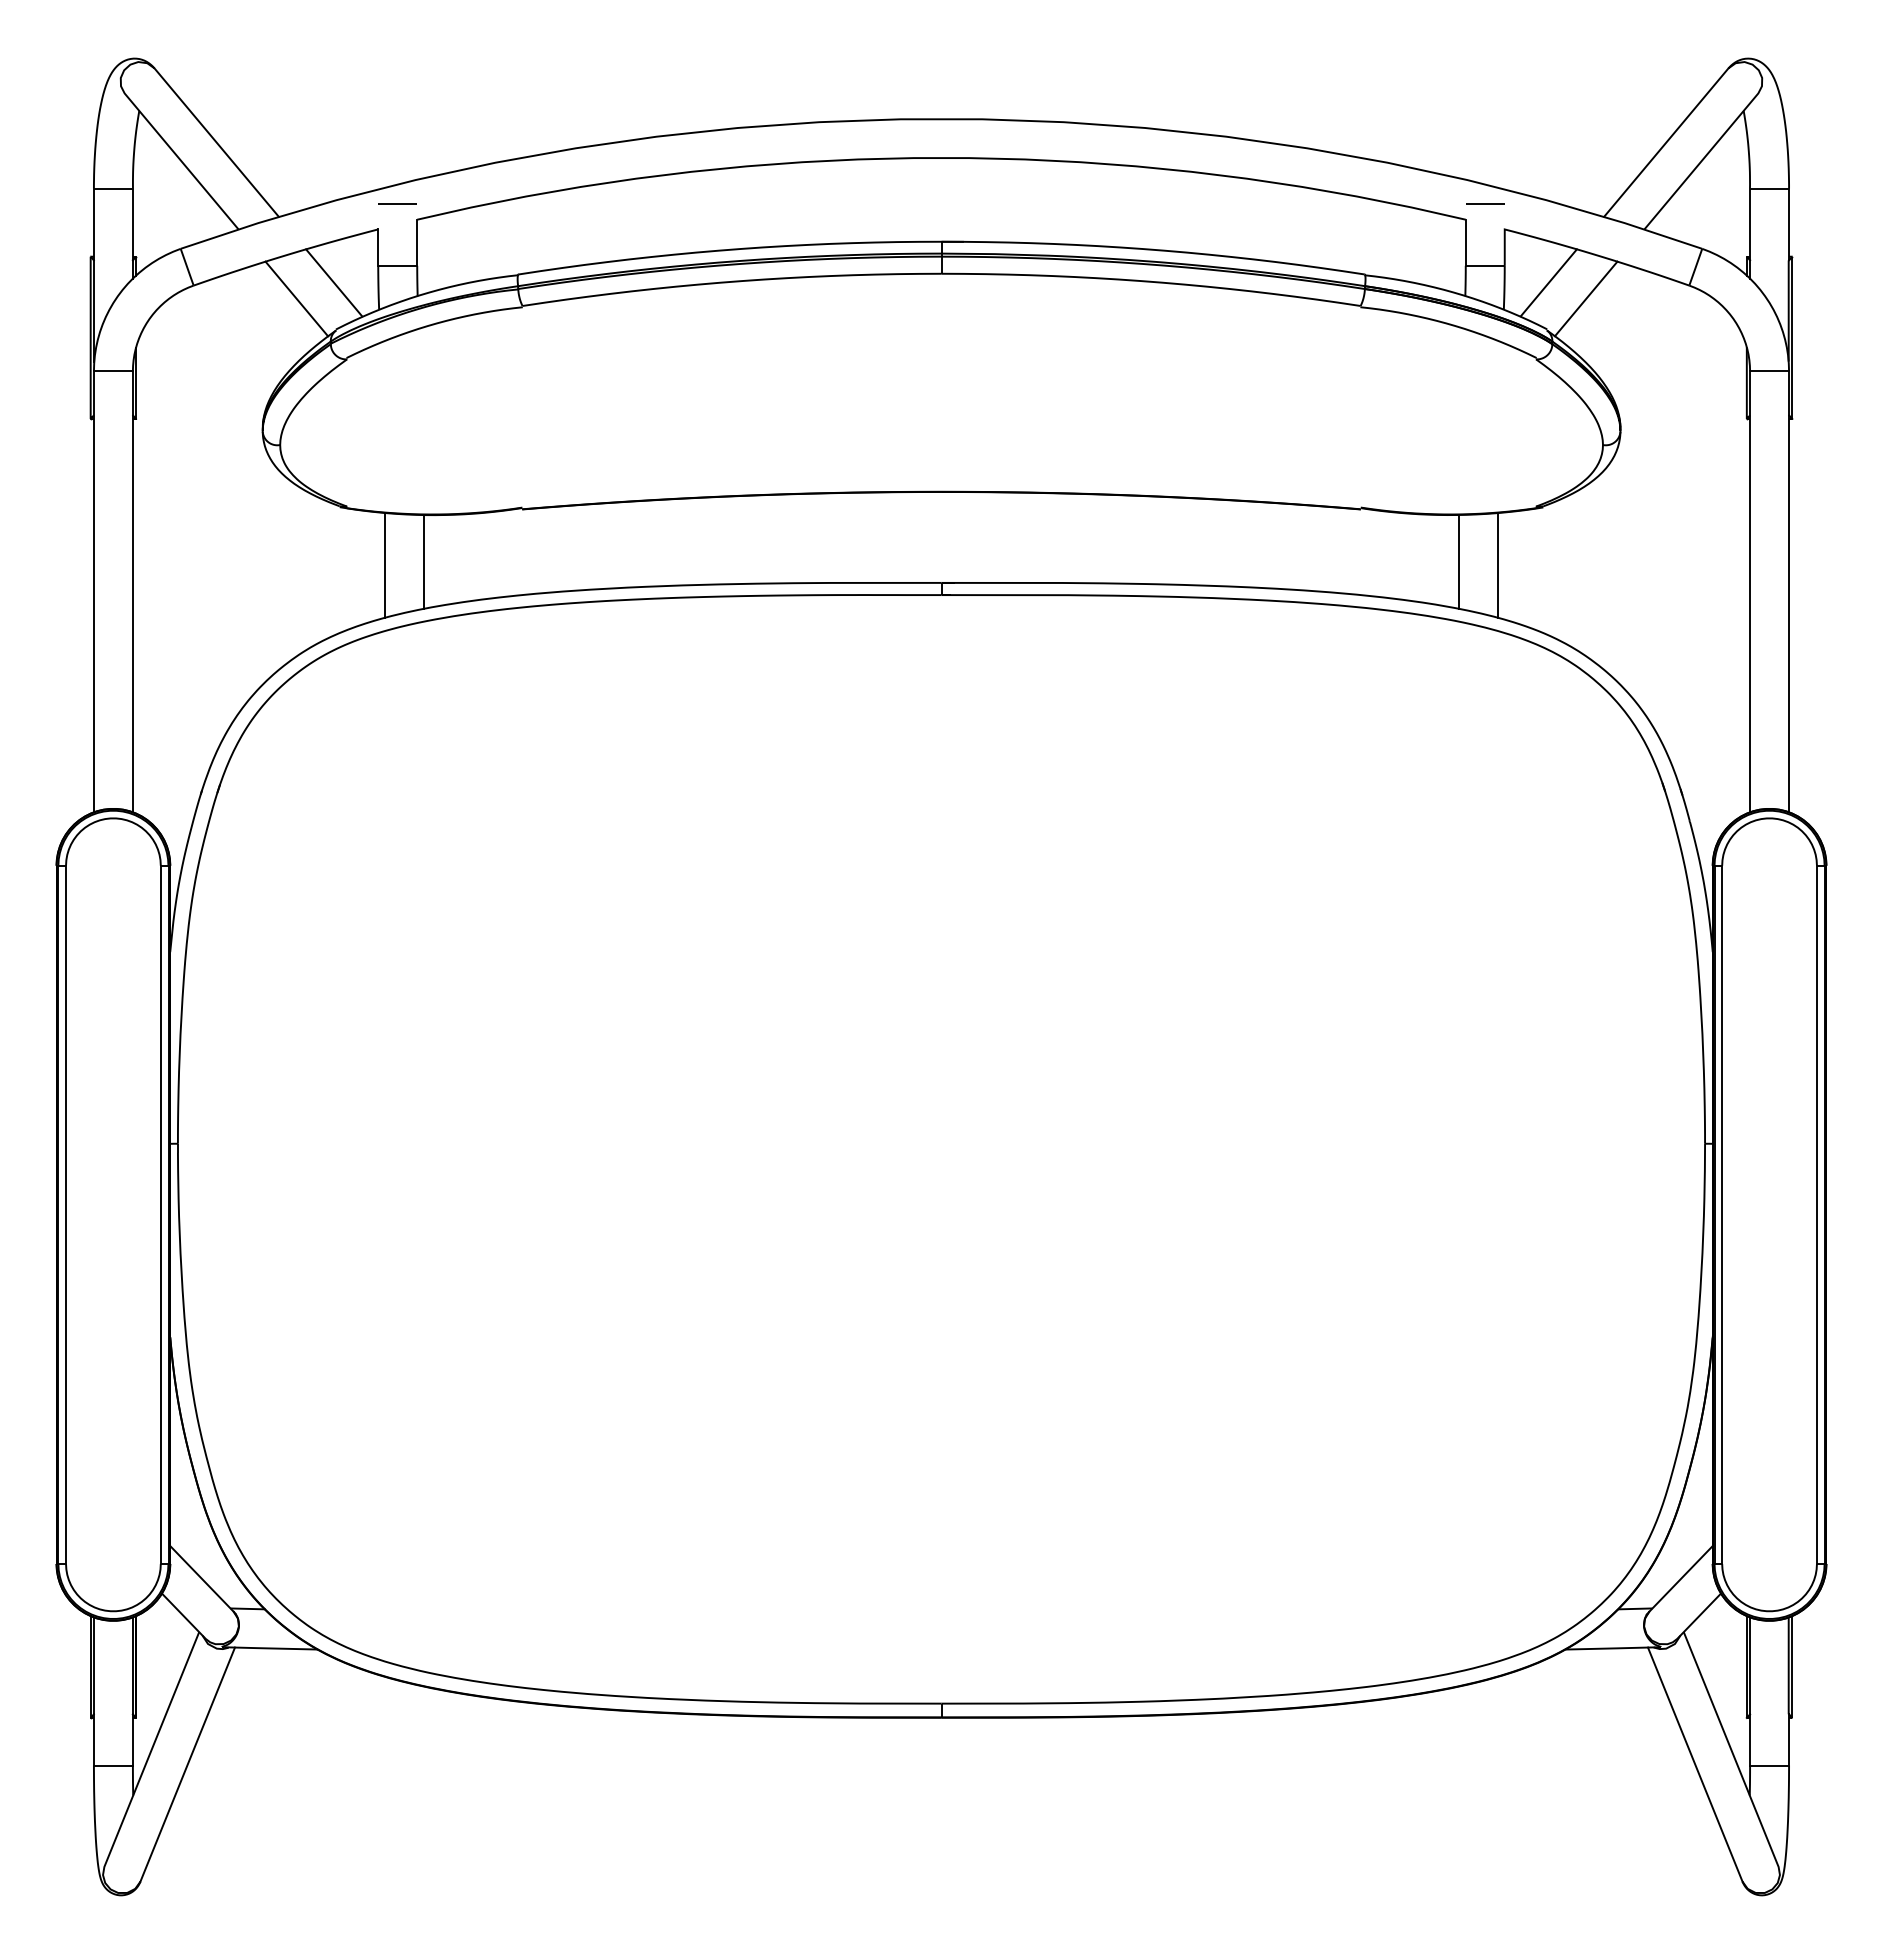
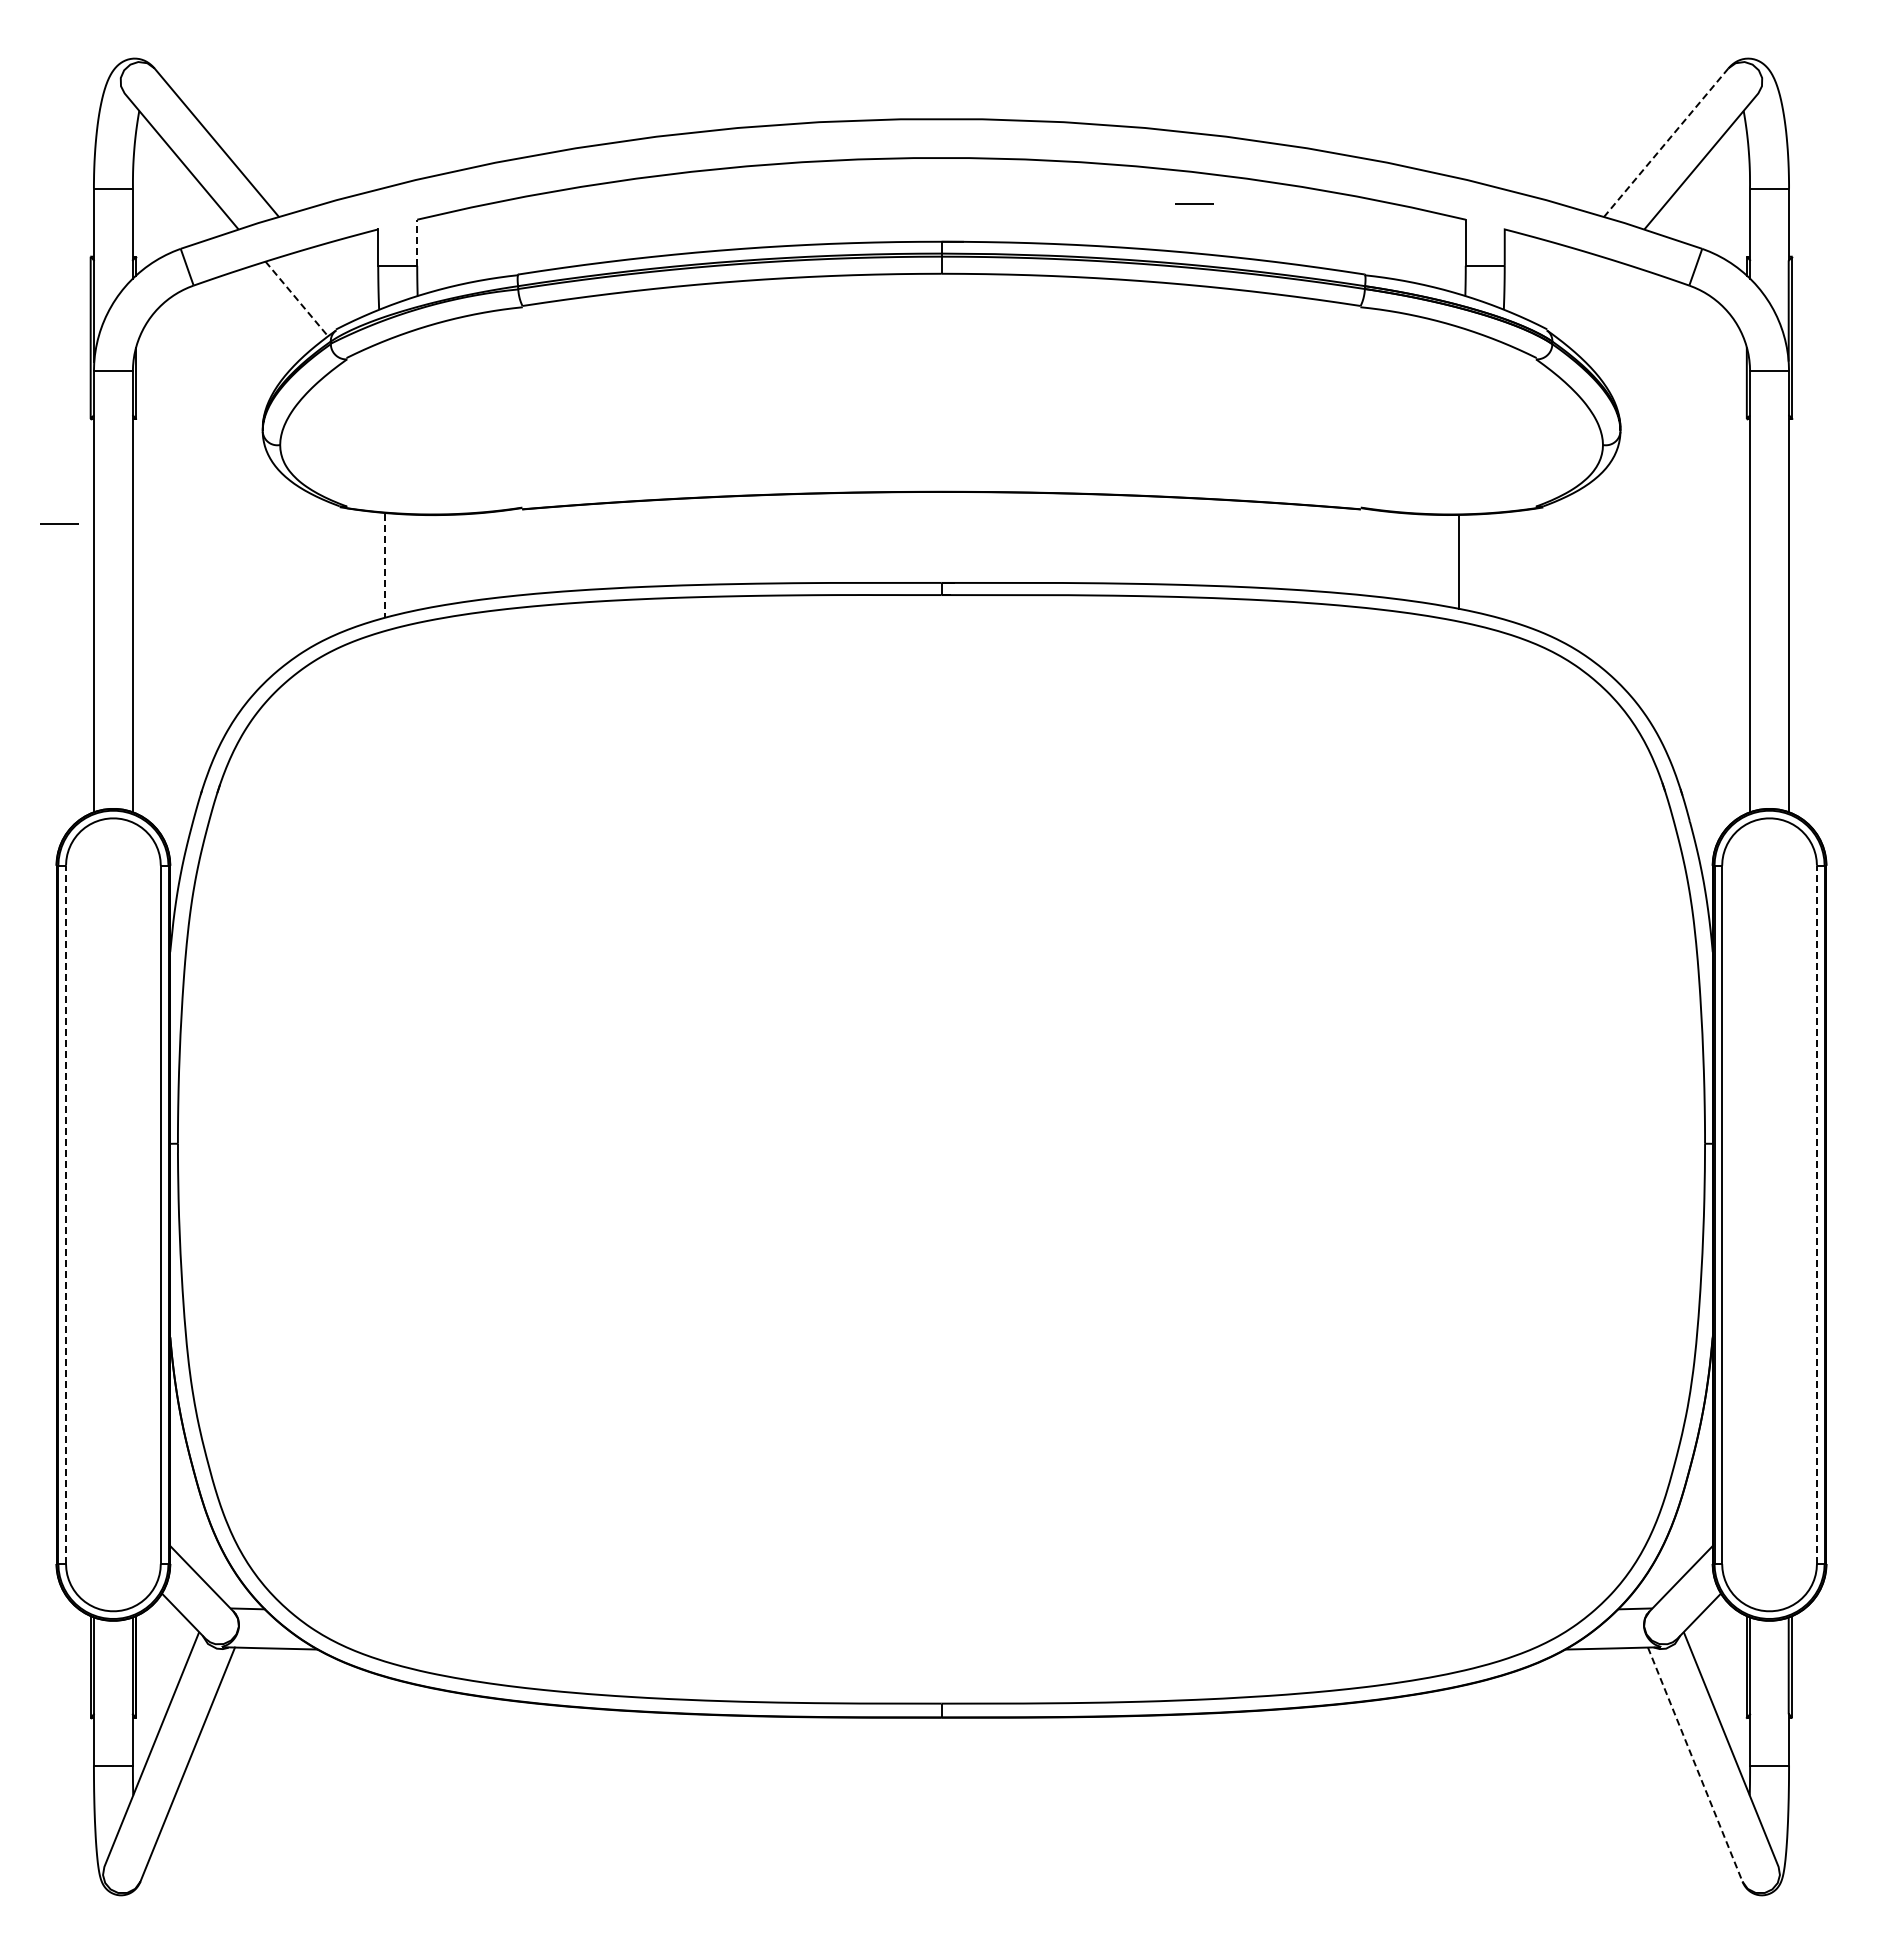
line at (1666, 142): solid -> dashed
line at (397, 203) position: (397, 203) -> (59, 523)
line at (1485, 203) position: (1485, 203) -> (1194, 203)
line at (417, 242): solid -> dashed
line at (334, 282): present -> none
line at (1548, 282): present -> none
line at (1585, 298): present -> none
line at (296, 299): solid -> dashed
line at (424, 561): present -> none
line at (1497, 565): present -> none
line at (385, 566): solid -> dashed
line at (66, 1214): solid -> dashed
line at (1816, 1214): solid -> dashed
line at (1695, 1765): solid -> dashed
